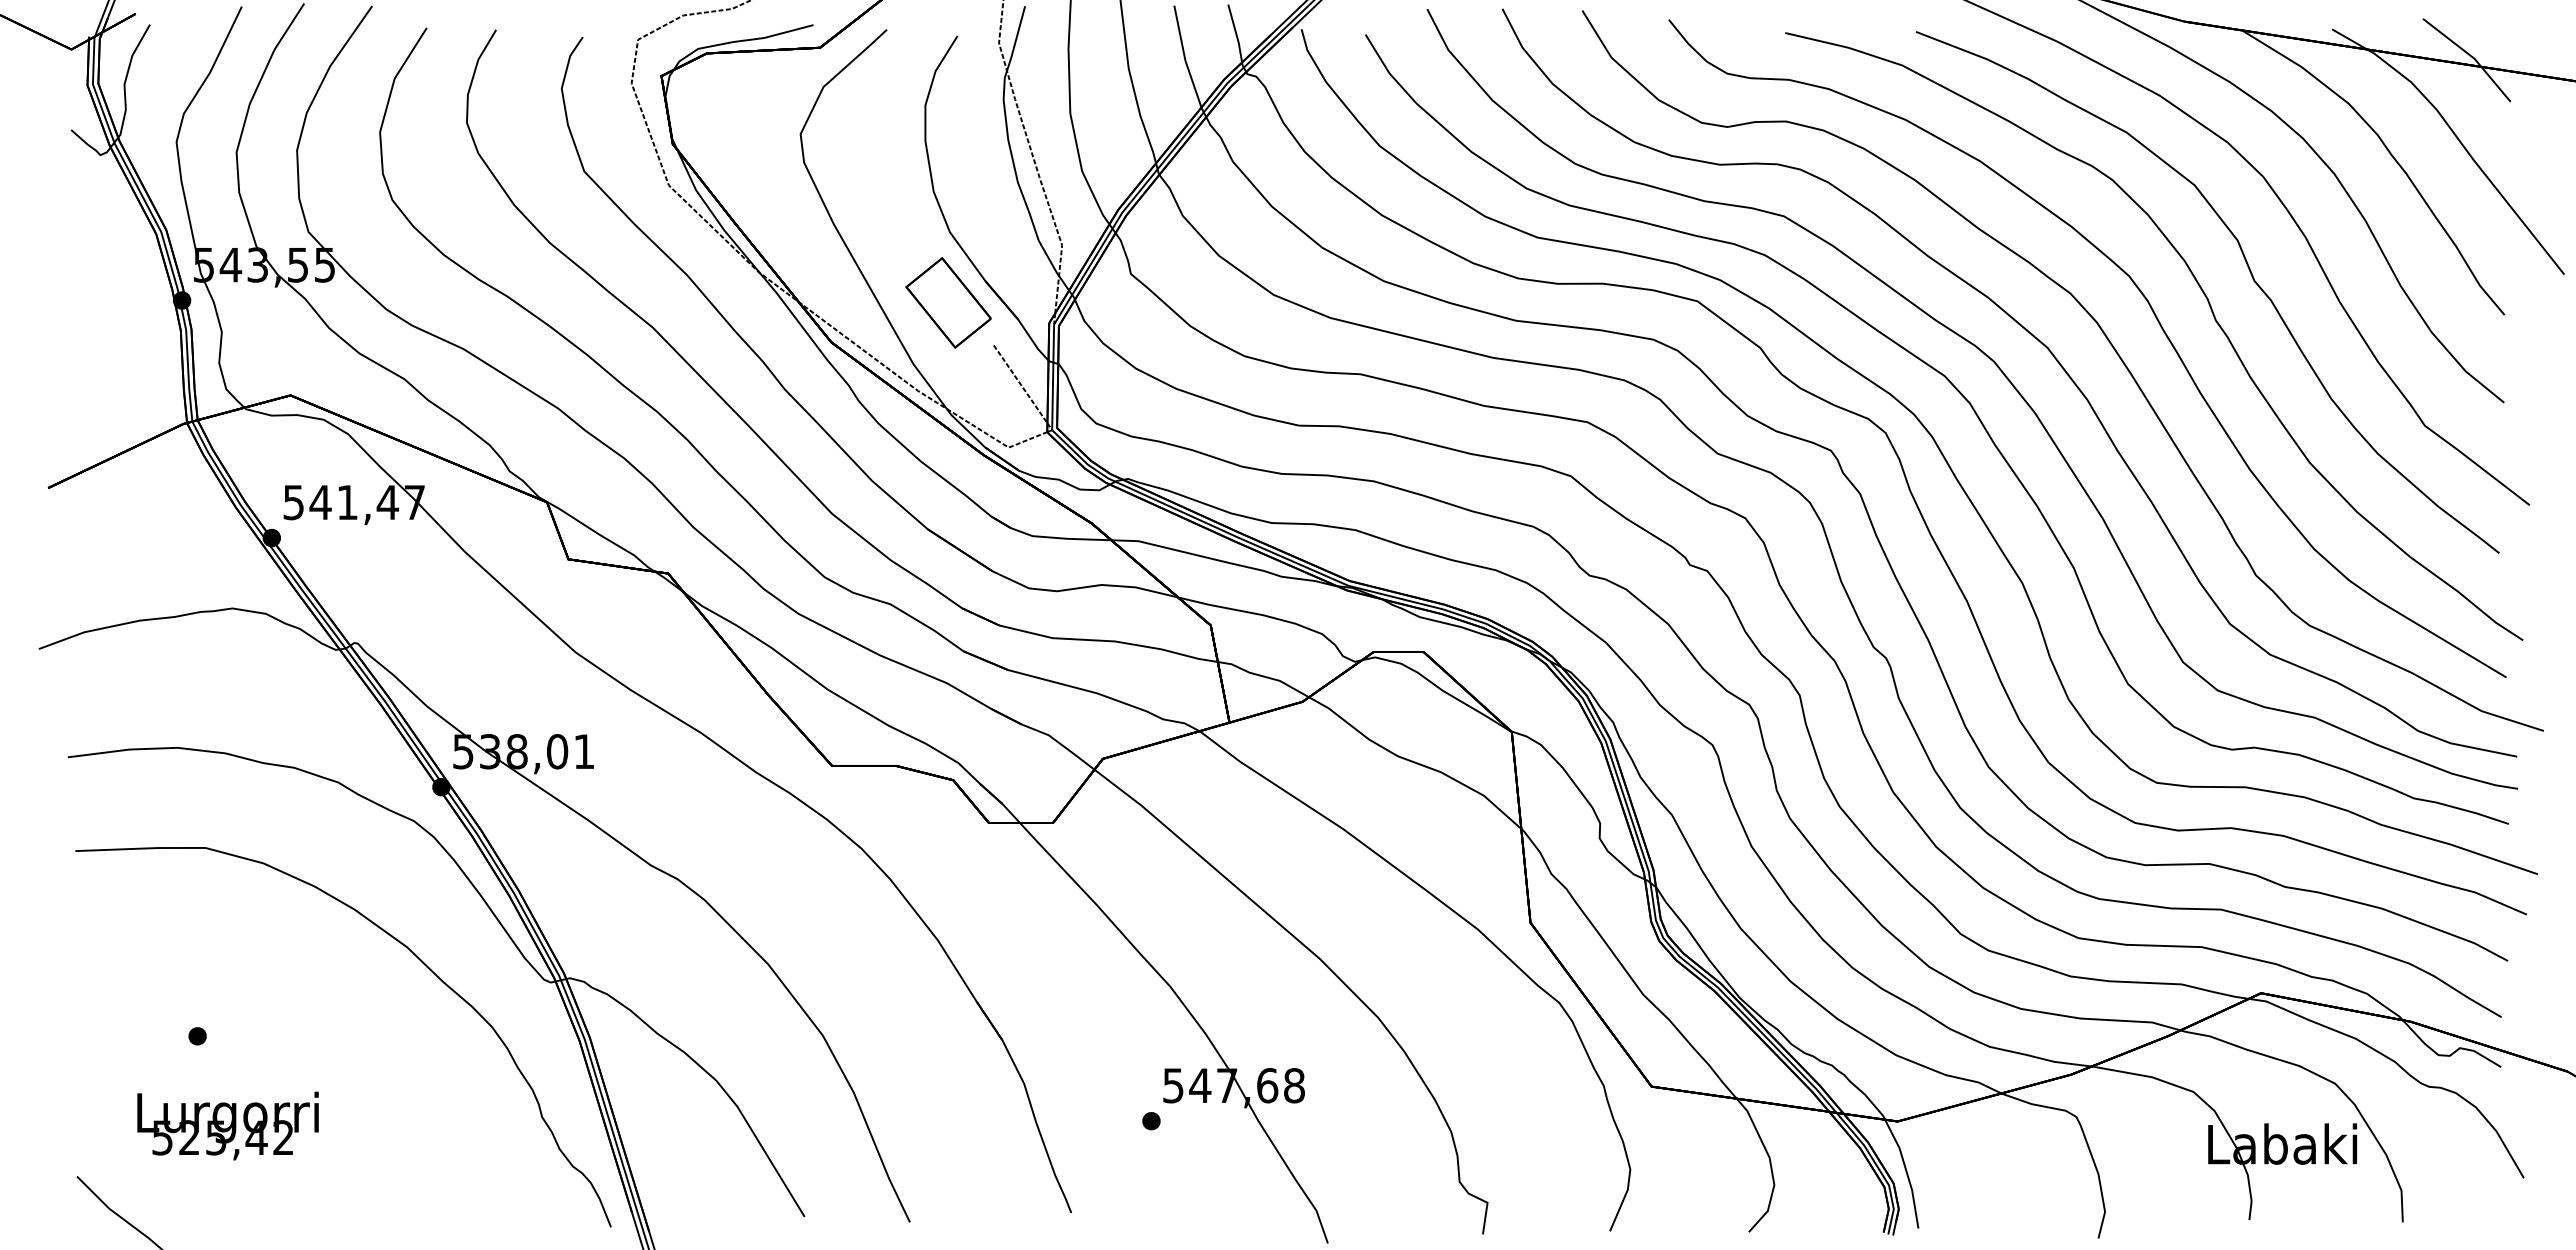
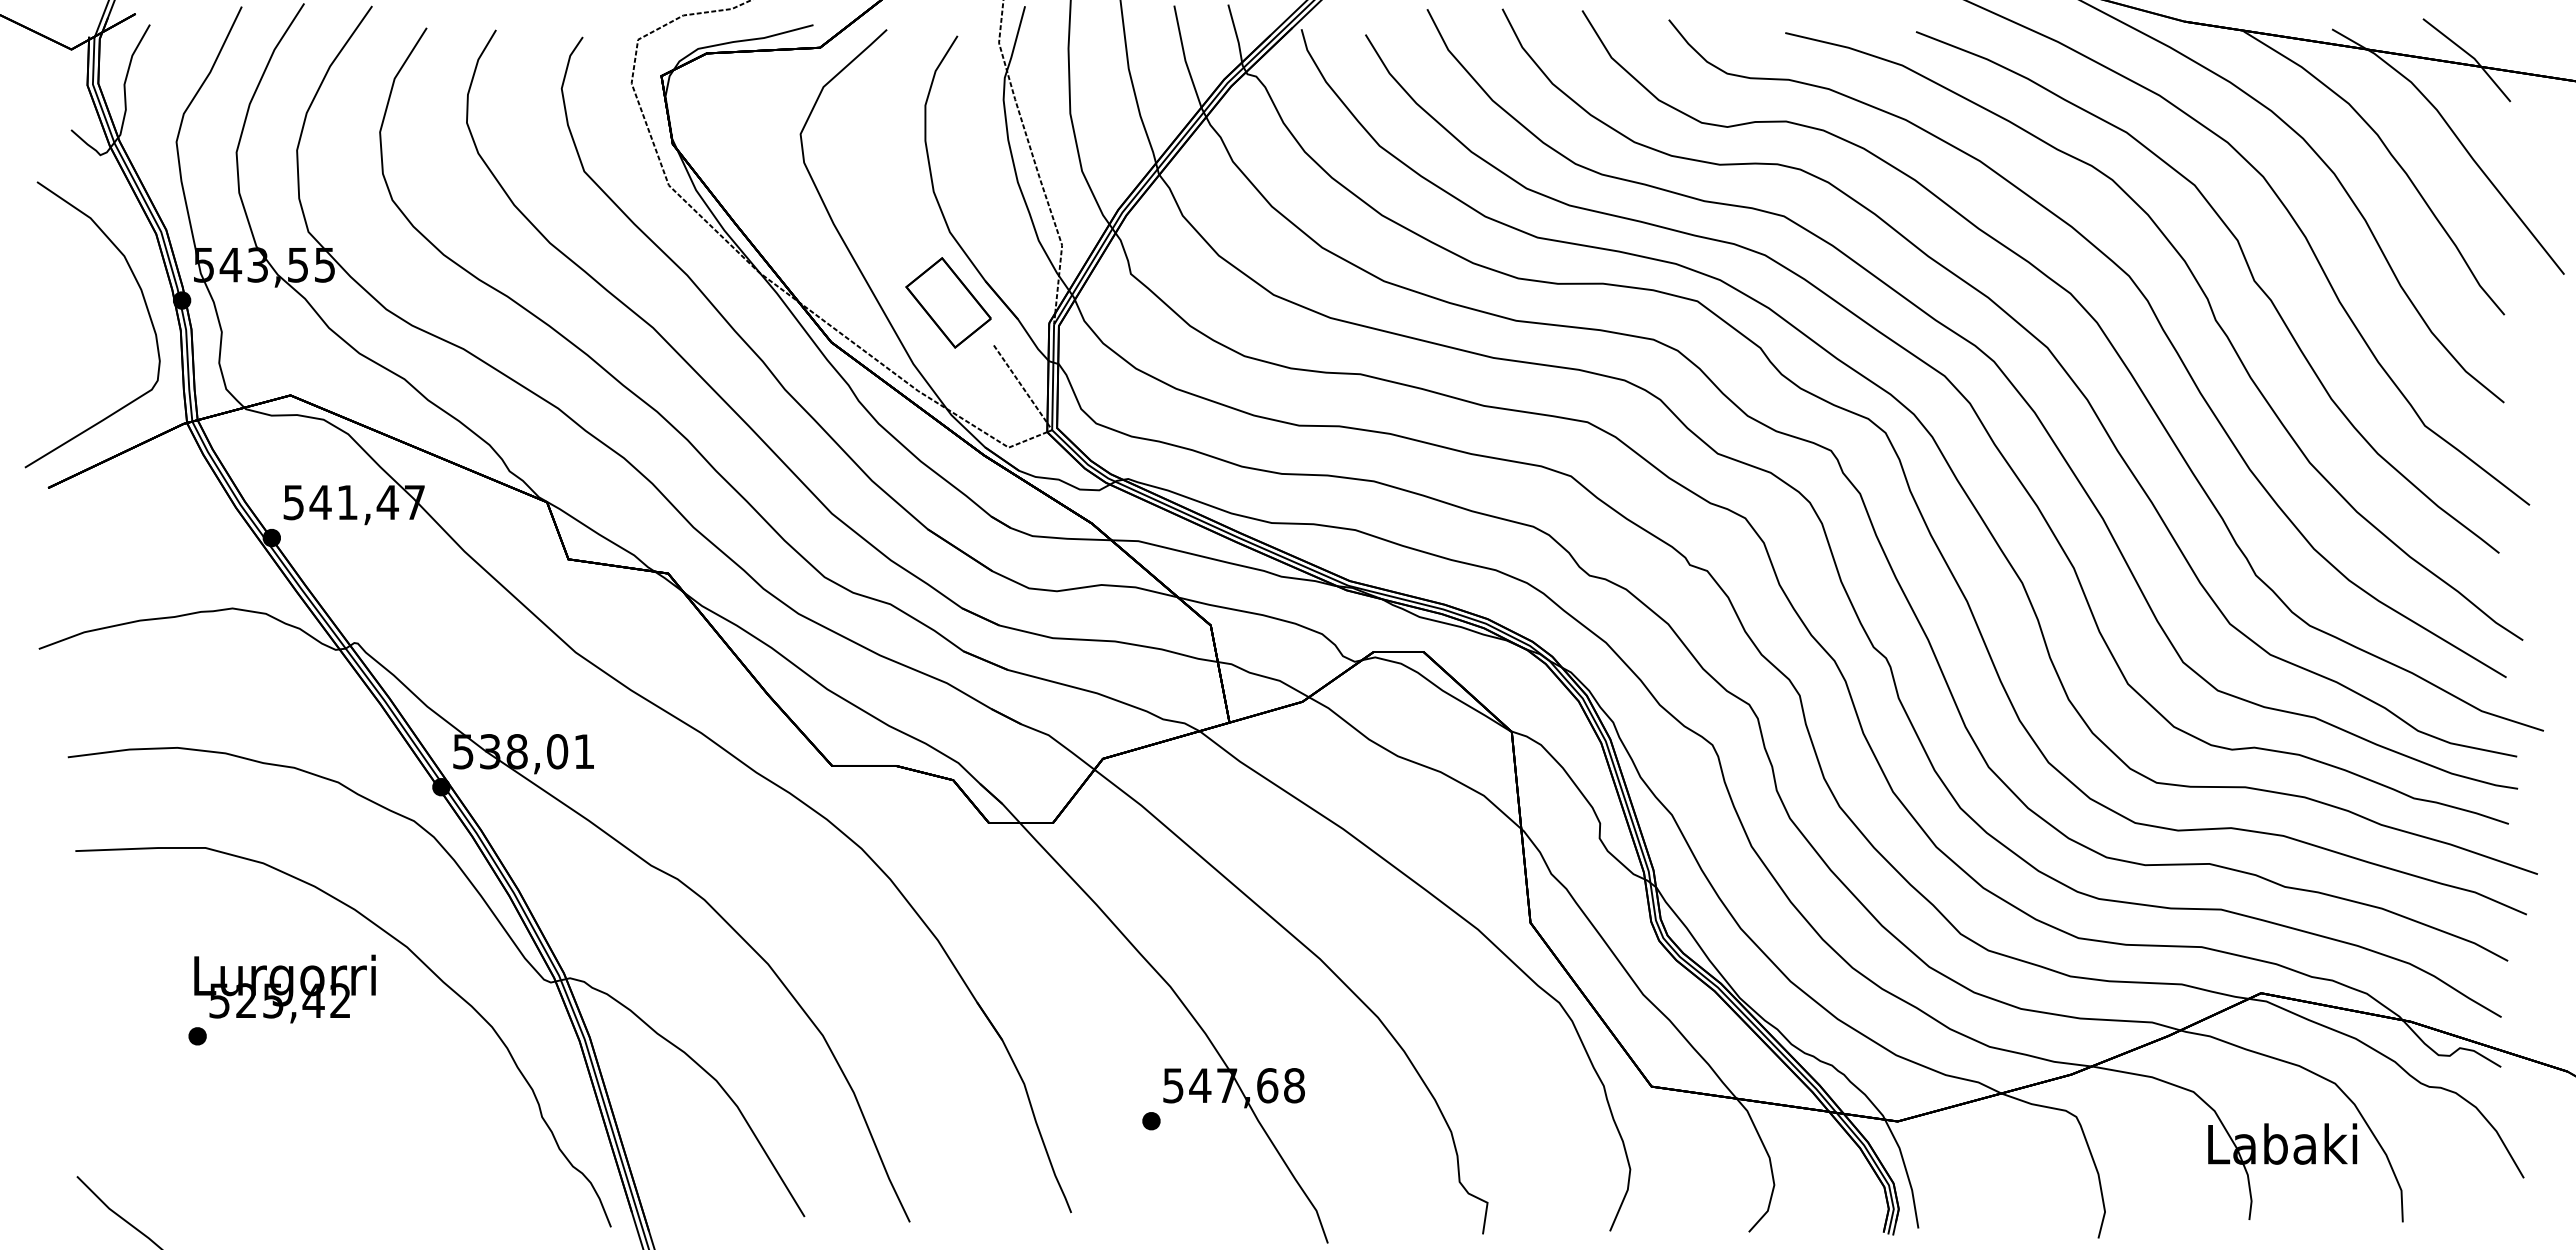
curve at (145, 306): none -> present
text at (227, 1125) position: (227, 1125) -> (284, 988)
